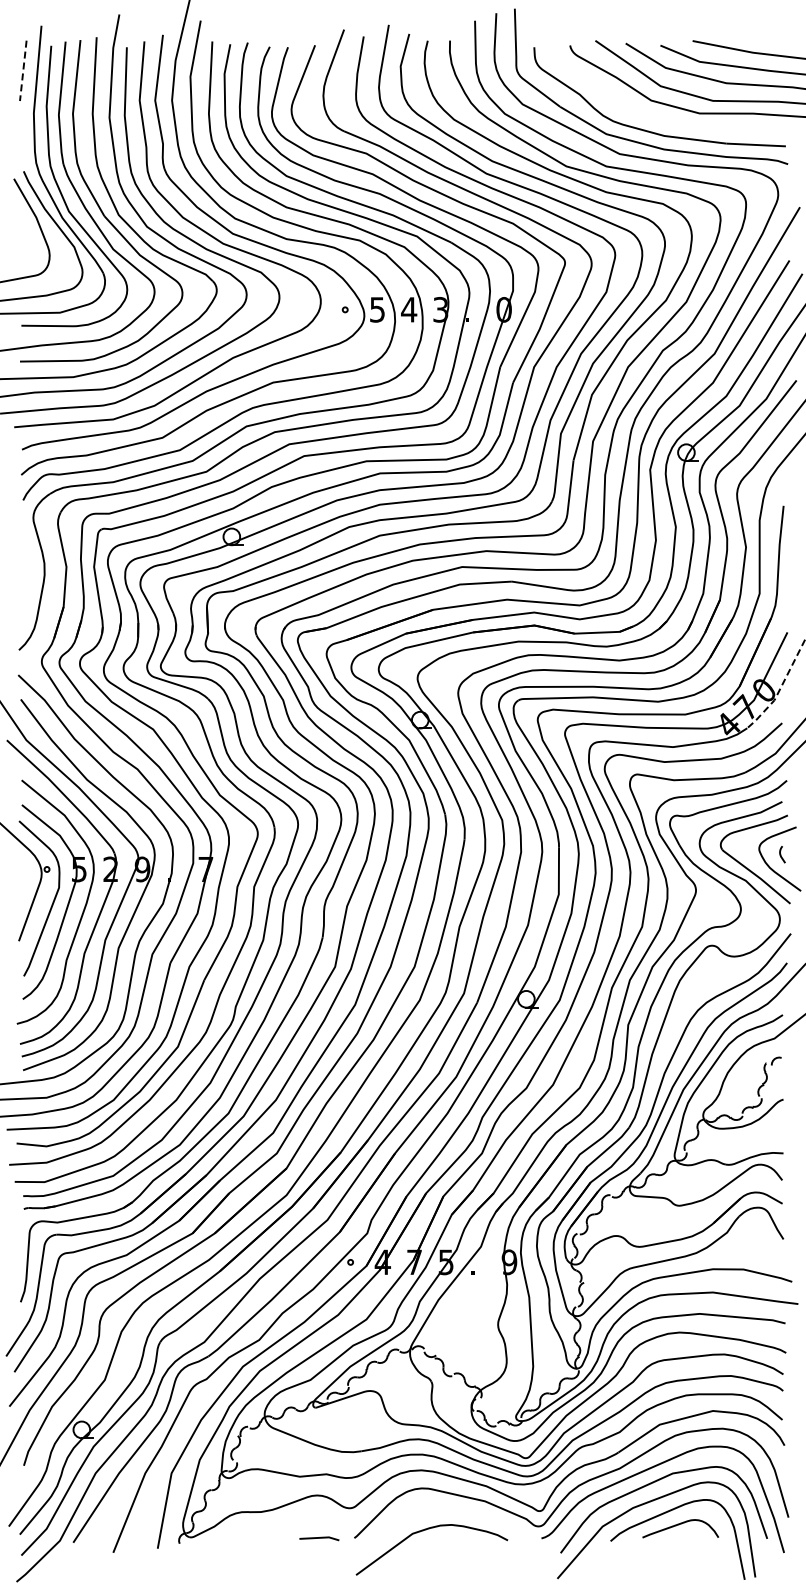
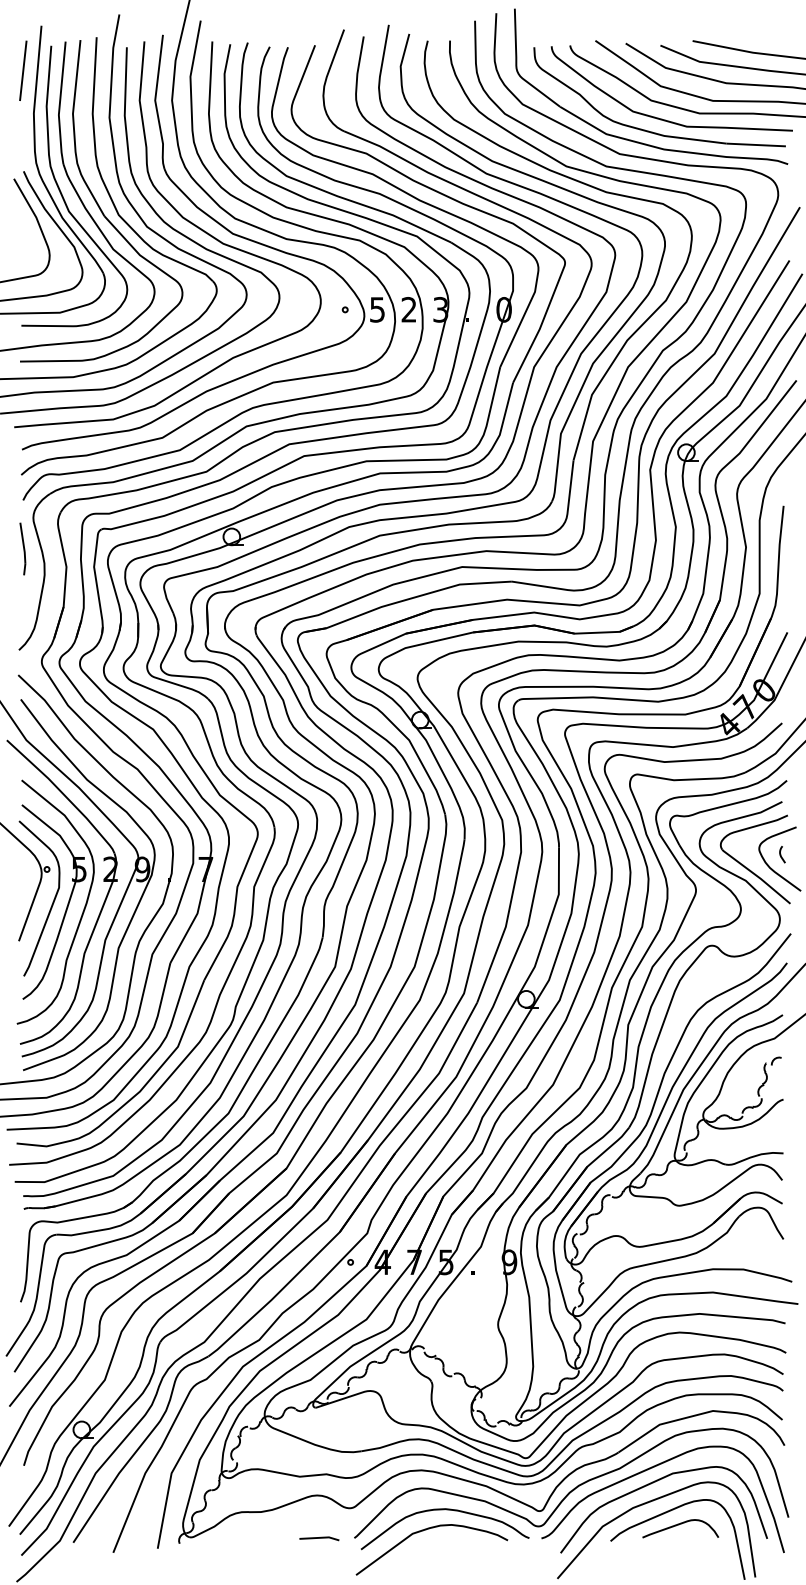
line at (23, 71): dashed -> solid
curve at (662, 118): none -> present
text at (409, 309): 4 -> 2
part at (22, 548): none -> present
line at (780, 688): dashed -> solid
curve at (444, 1510): none -> present
